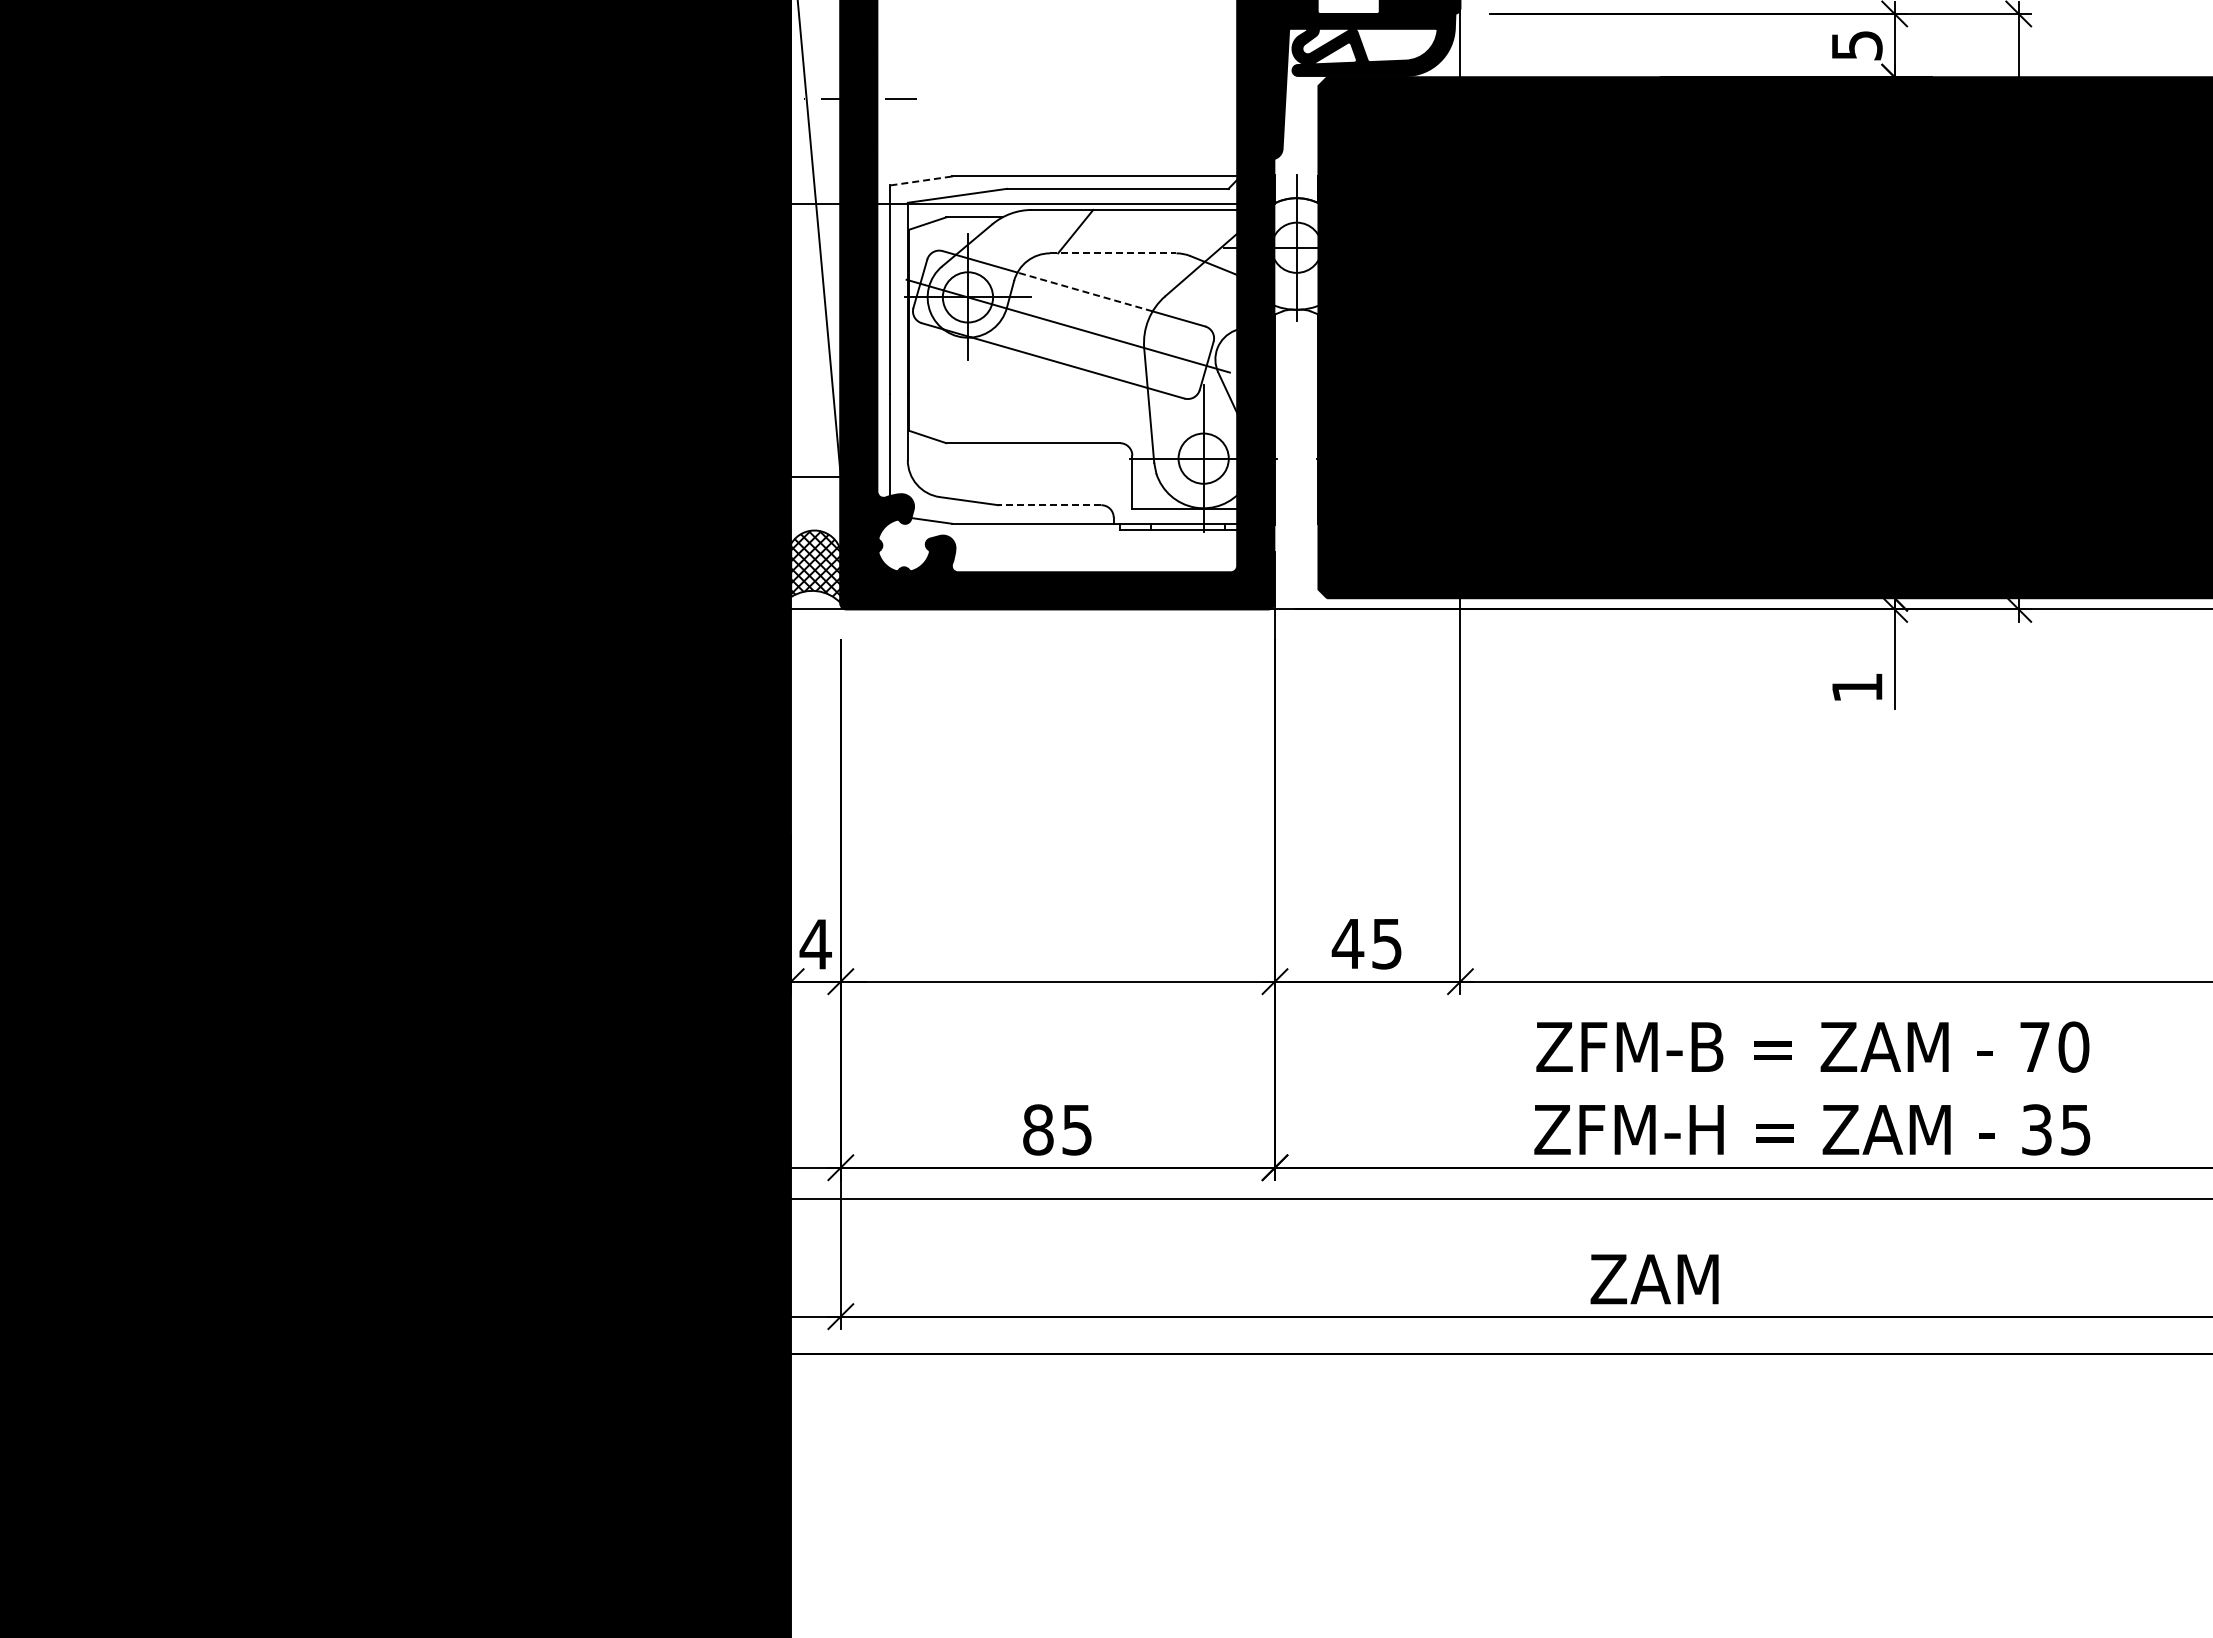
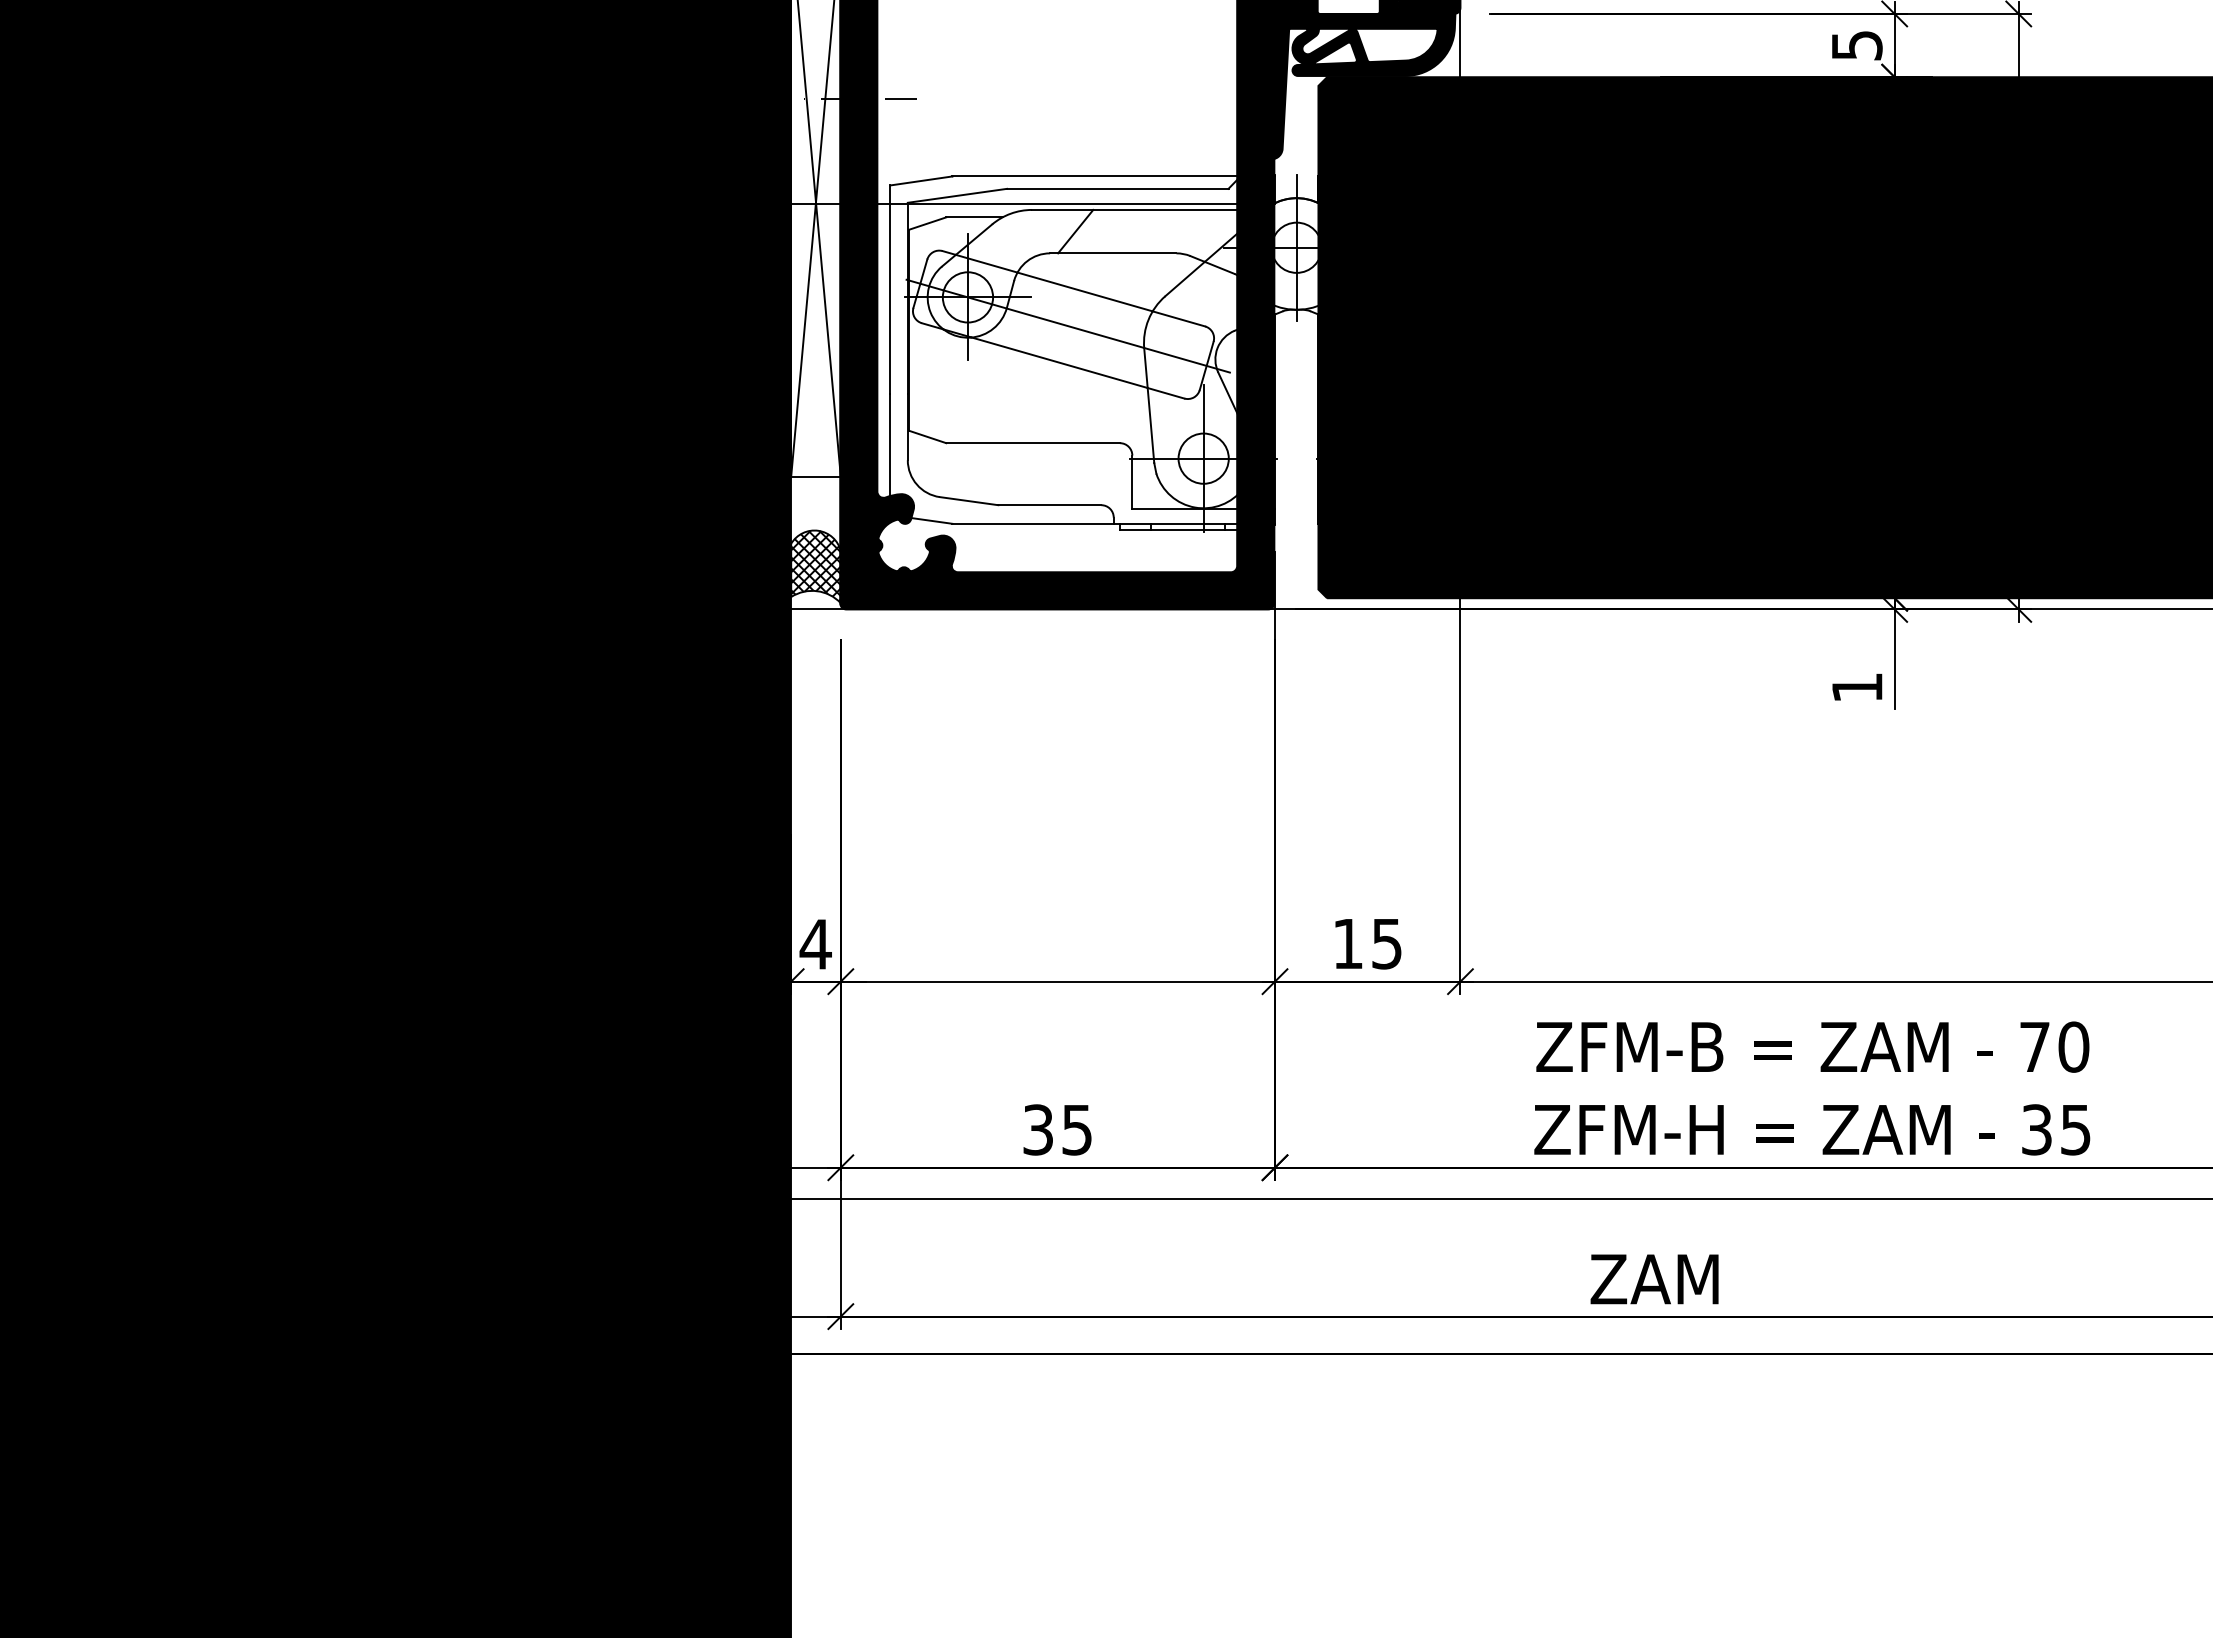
line at (921, 180): dashed -> solid
line at (812, 239): none -> present
line at (1113, 253): dashed -> solid
line at (1084, 291): dashed -> solid
line at (1049, 505): dashed -> solid
text at (1347, 943): 45 -> 15
text at (1038, 1129): 85 -> 35
